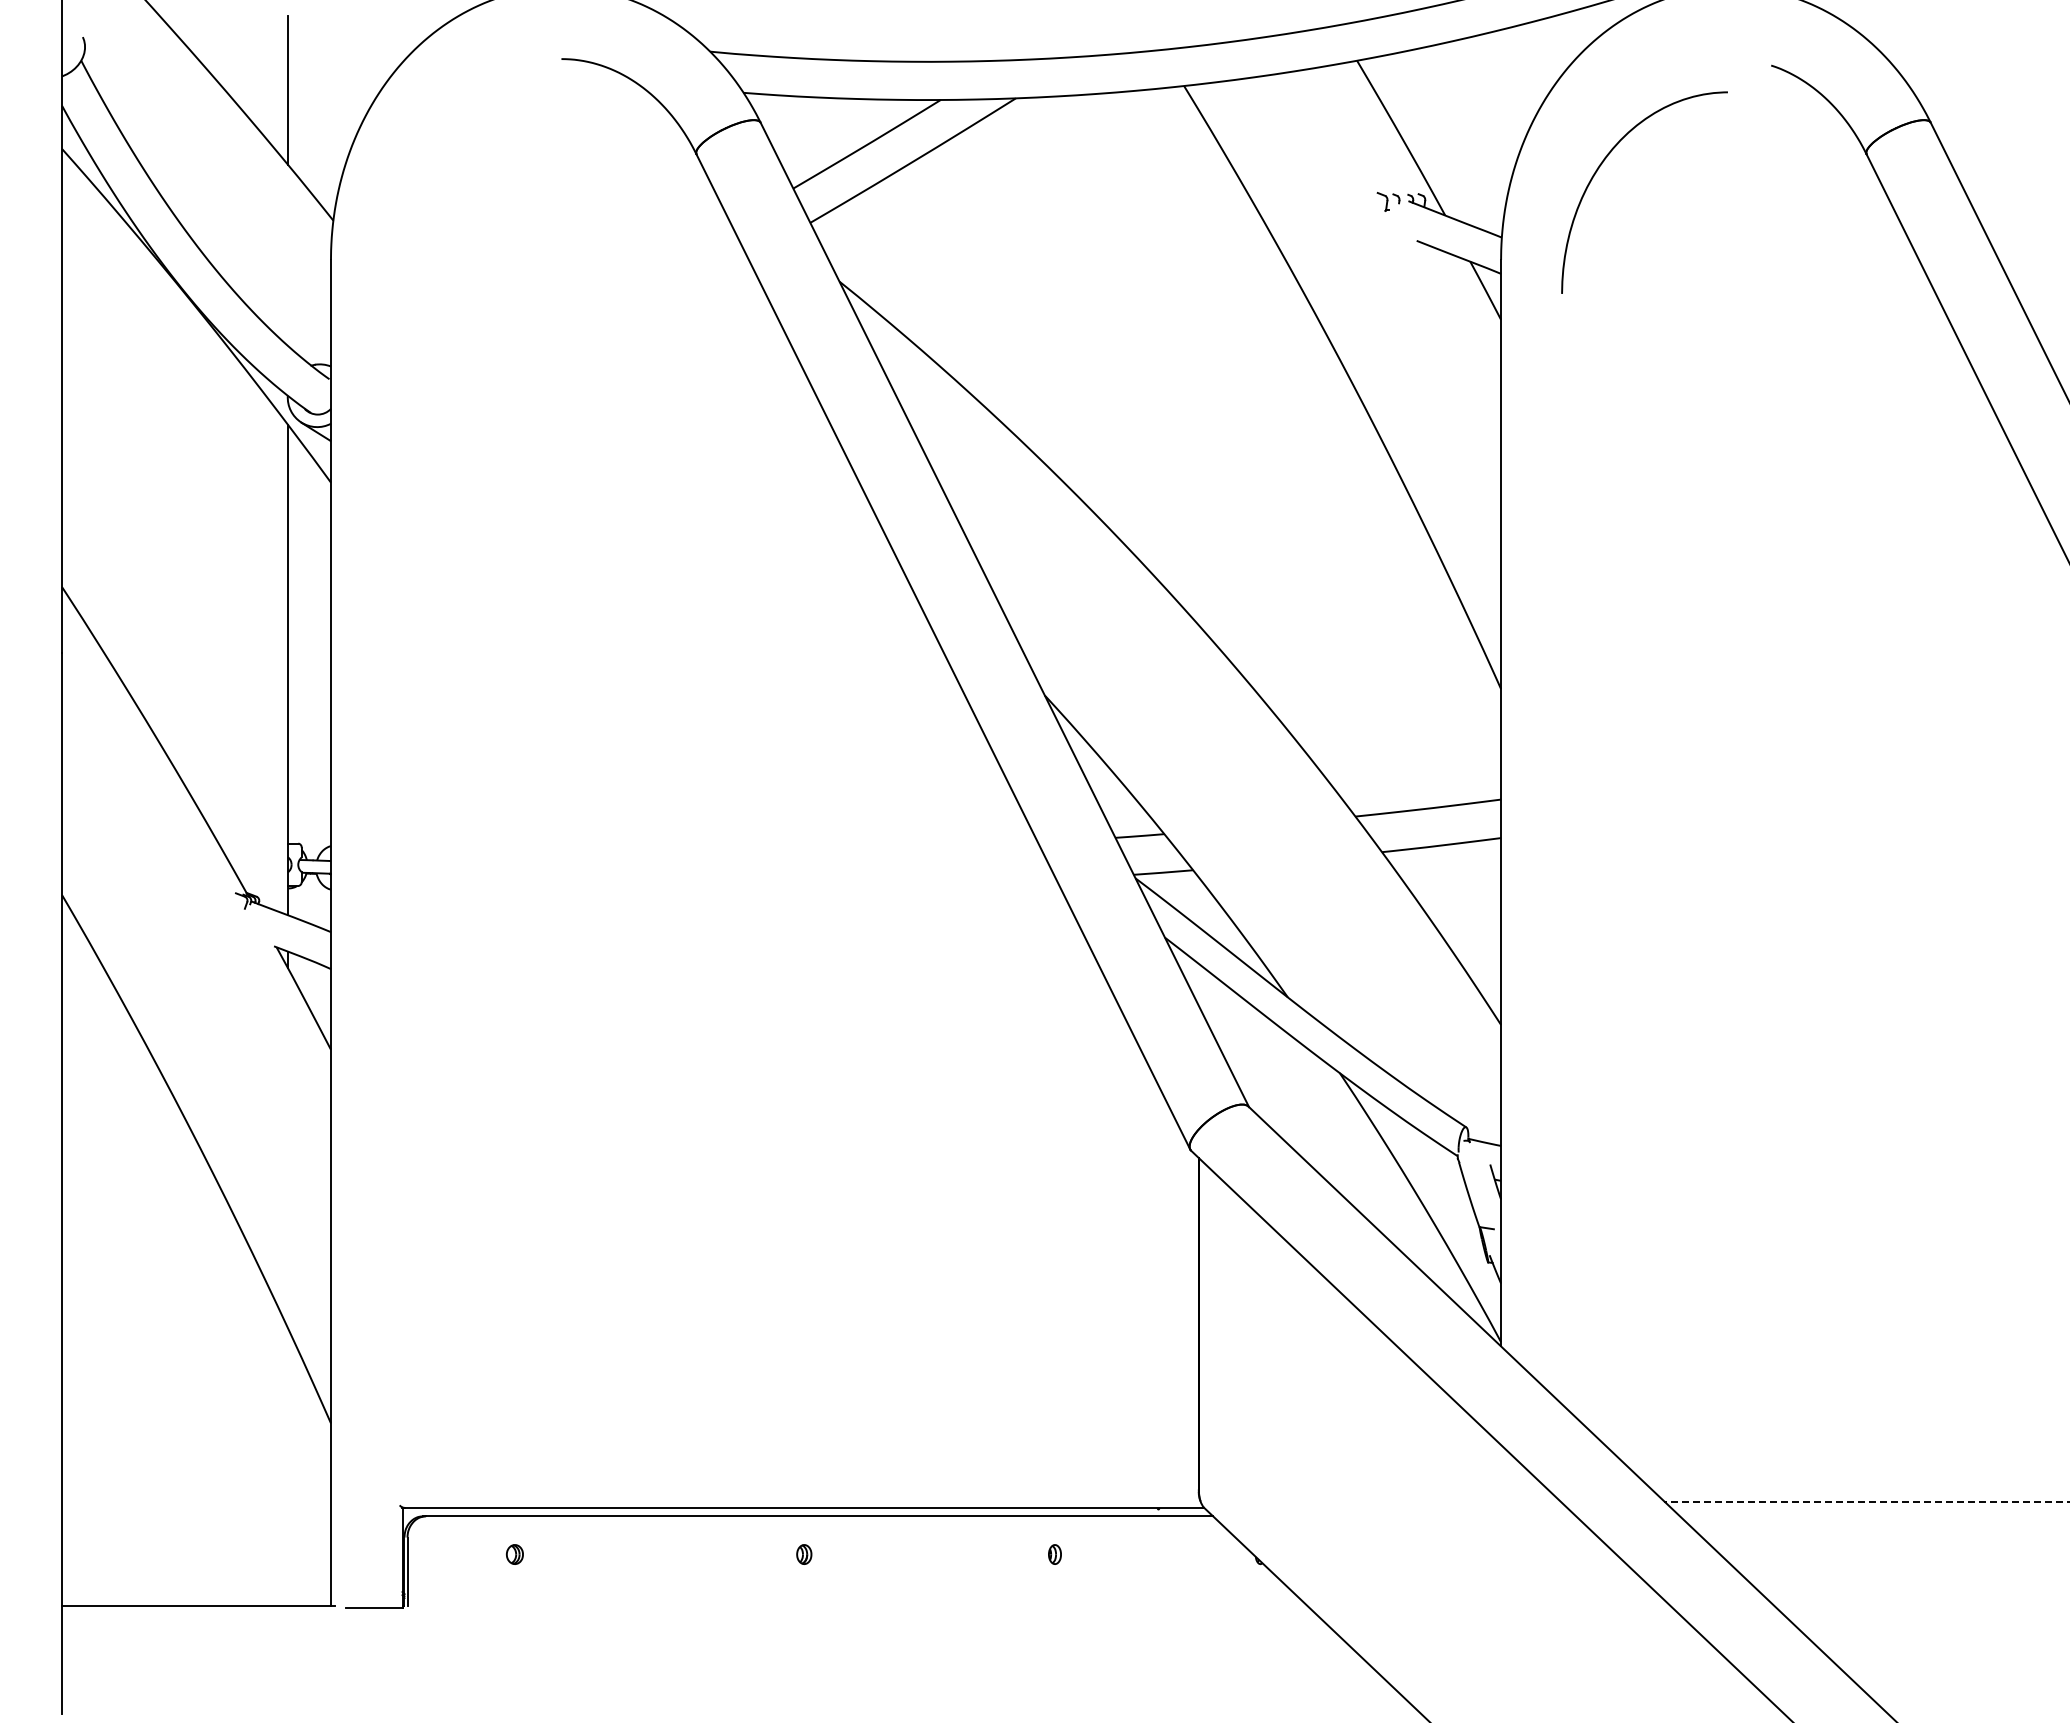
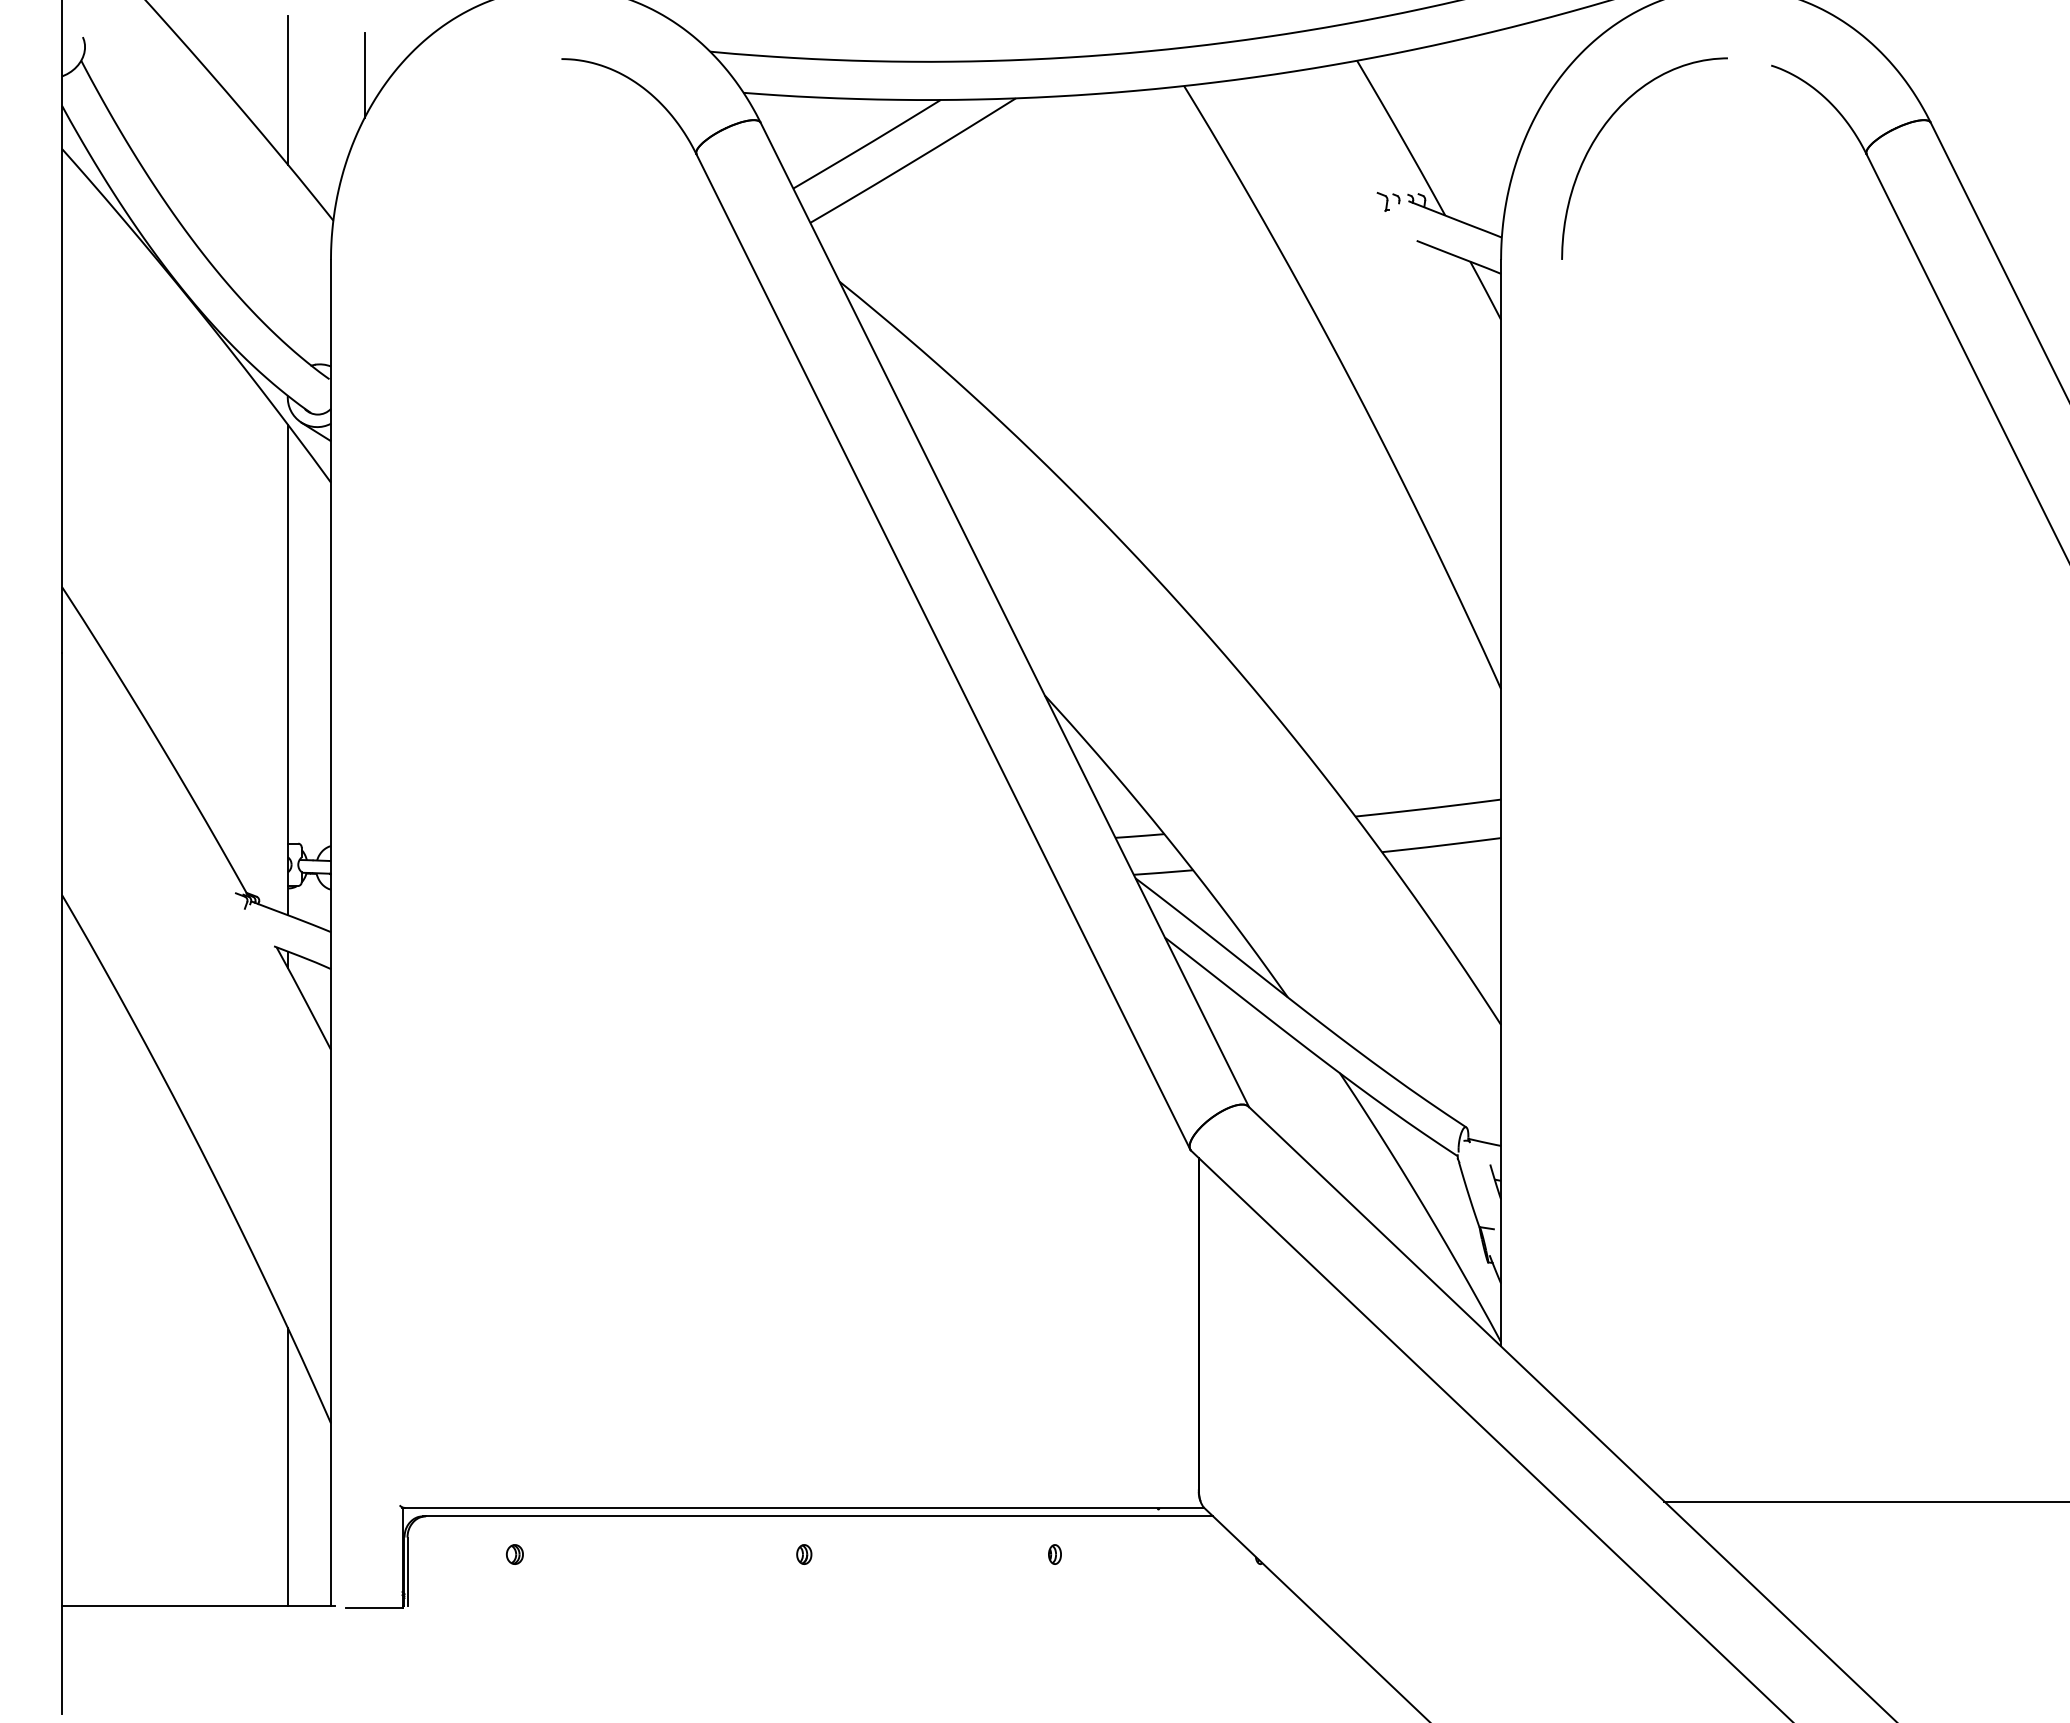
line at (364, 75): none -> present
curve at (1604, 161) position: (1604, 161) -> (1604, 127)
line at (287, 1466): none -> present
line at (1866, 1501): dashed -> solid
